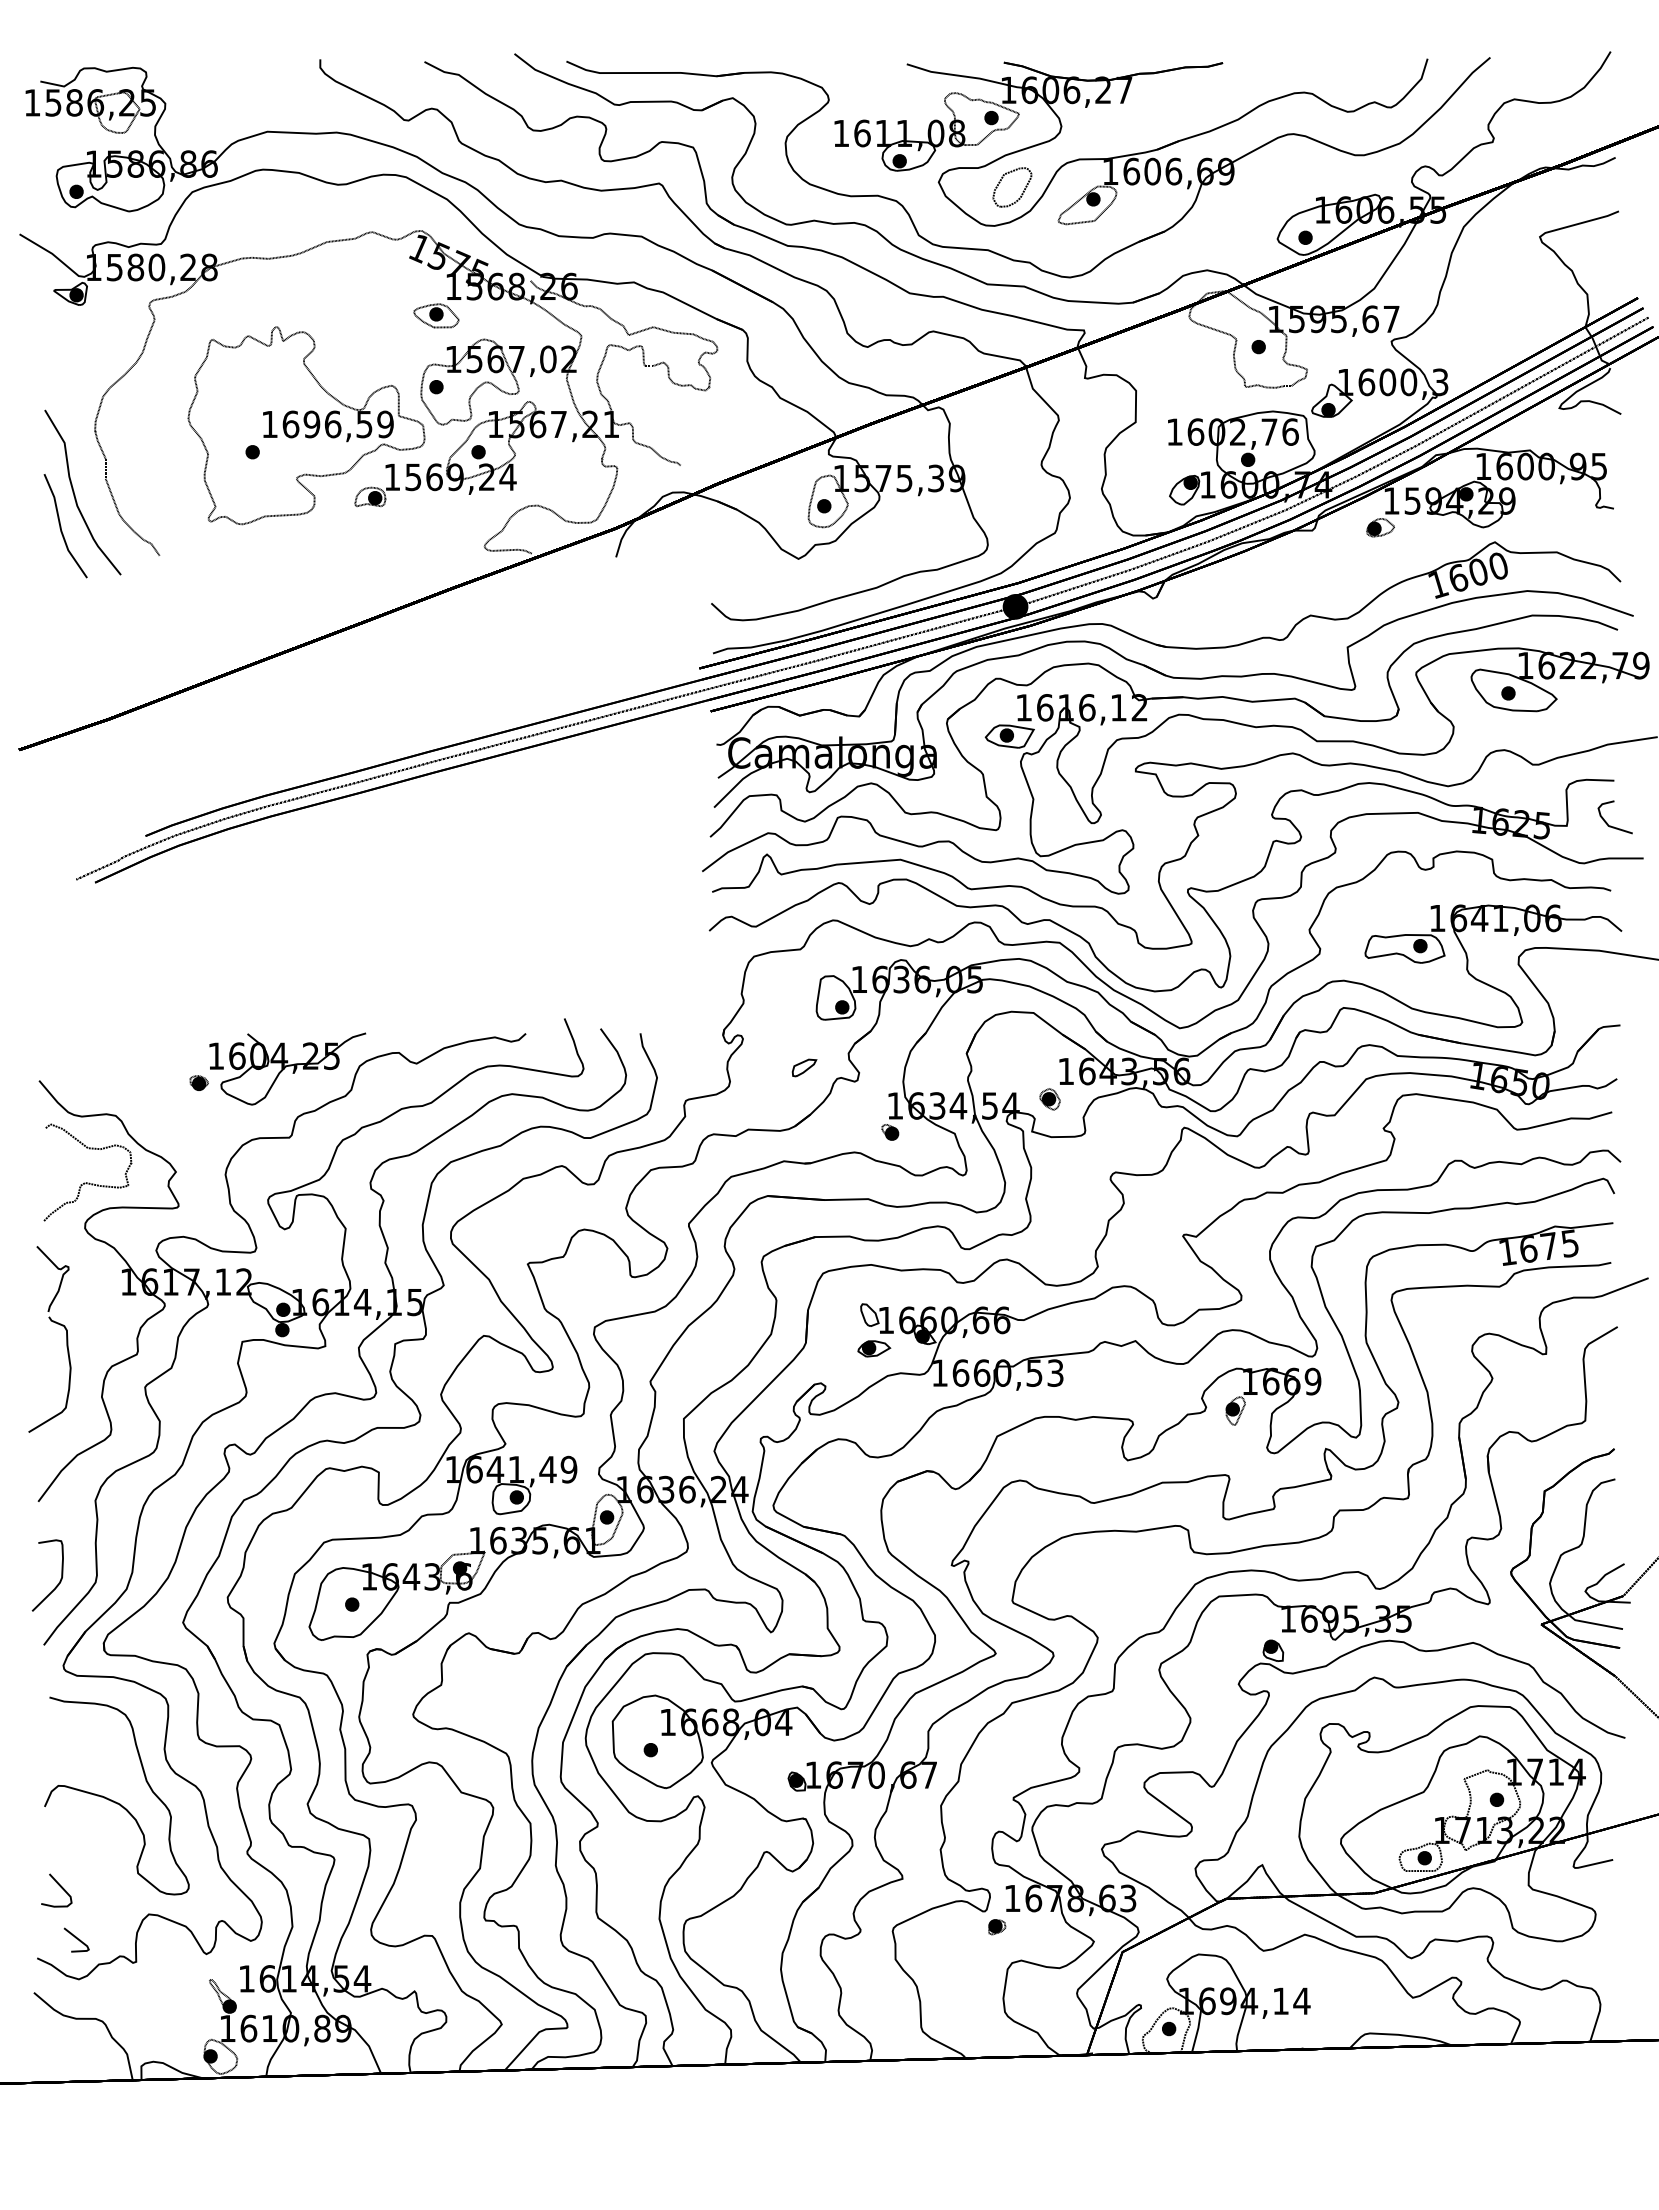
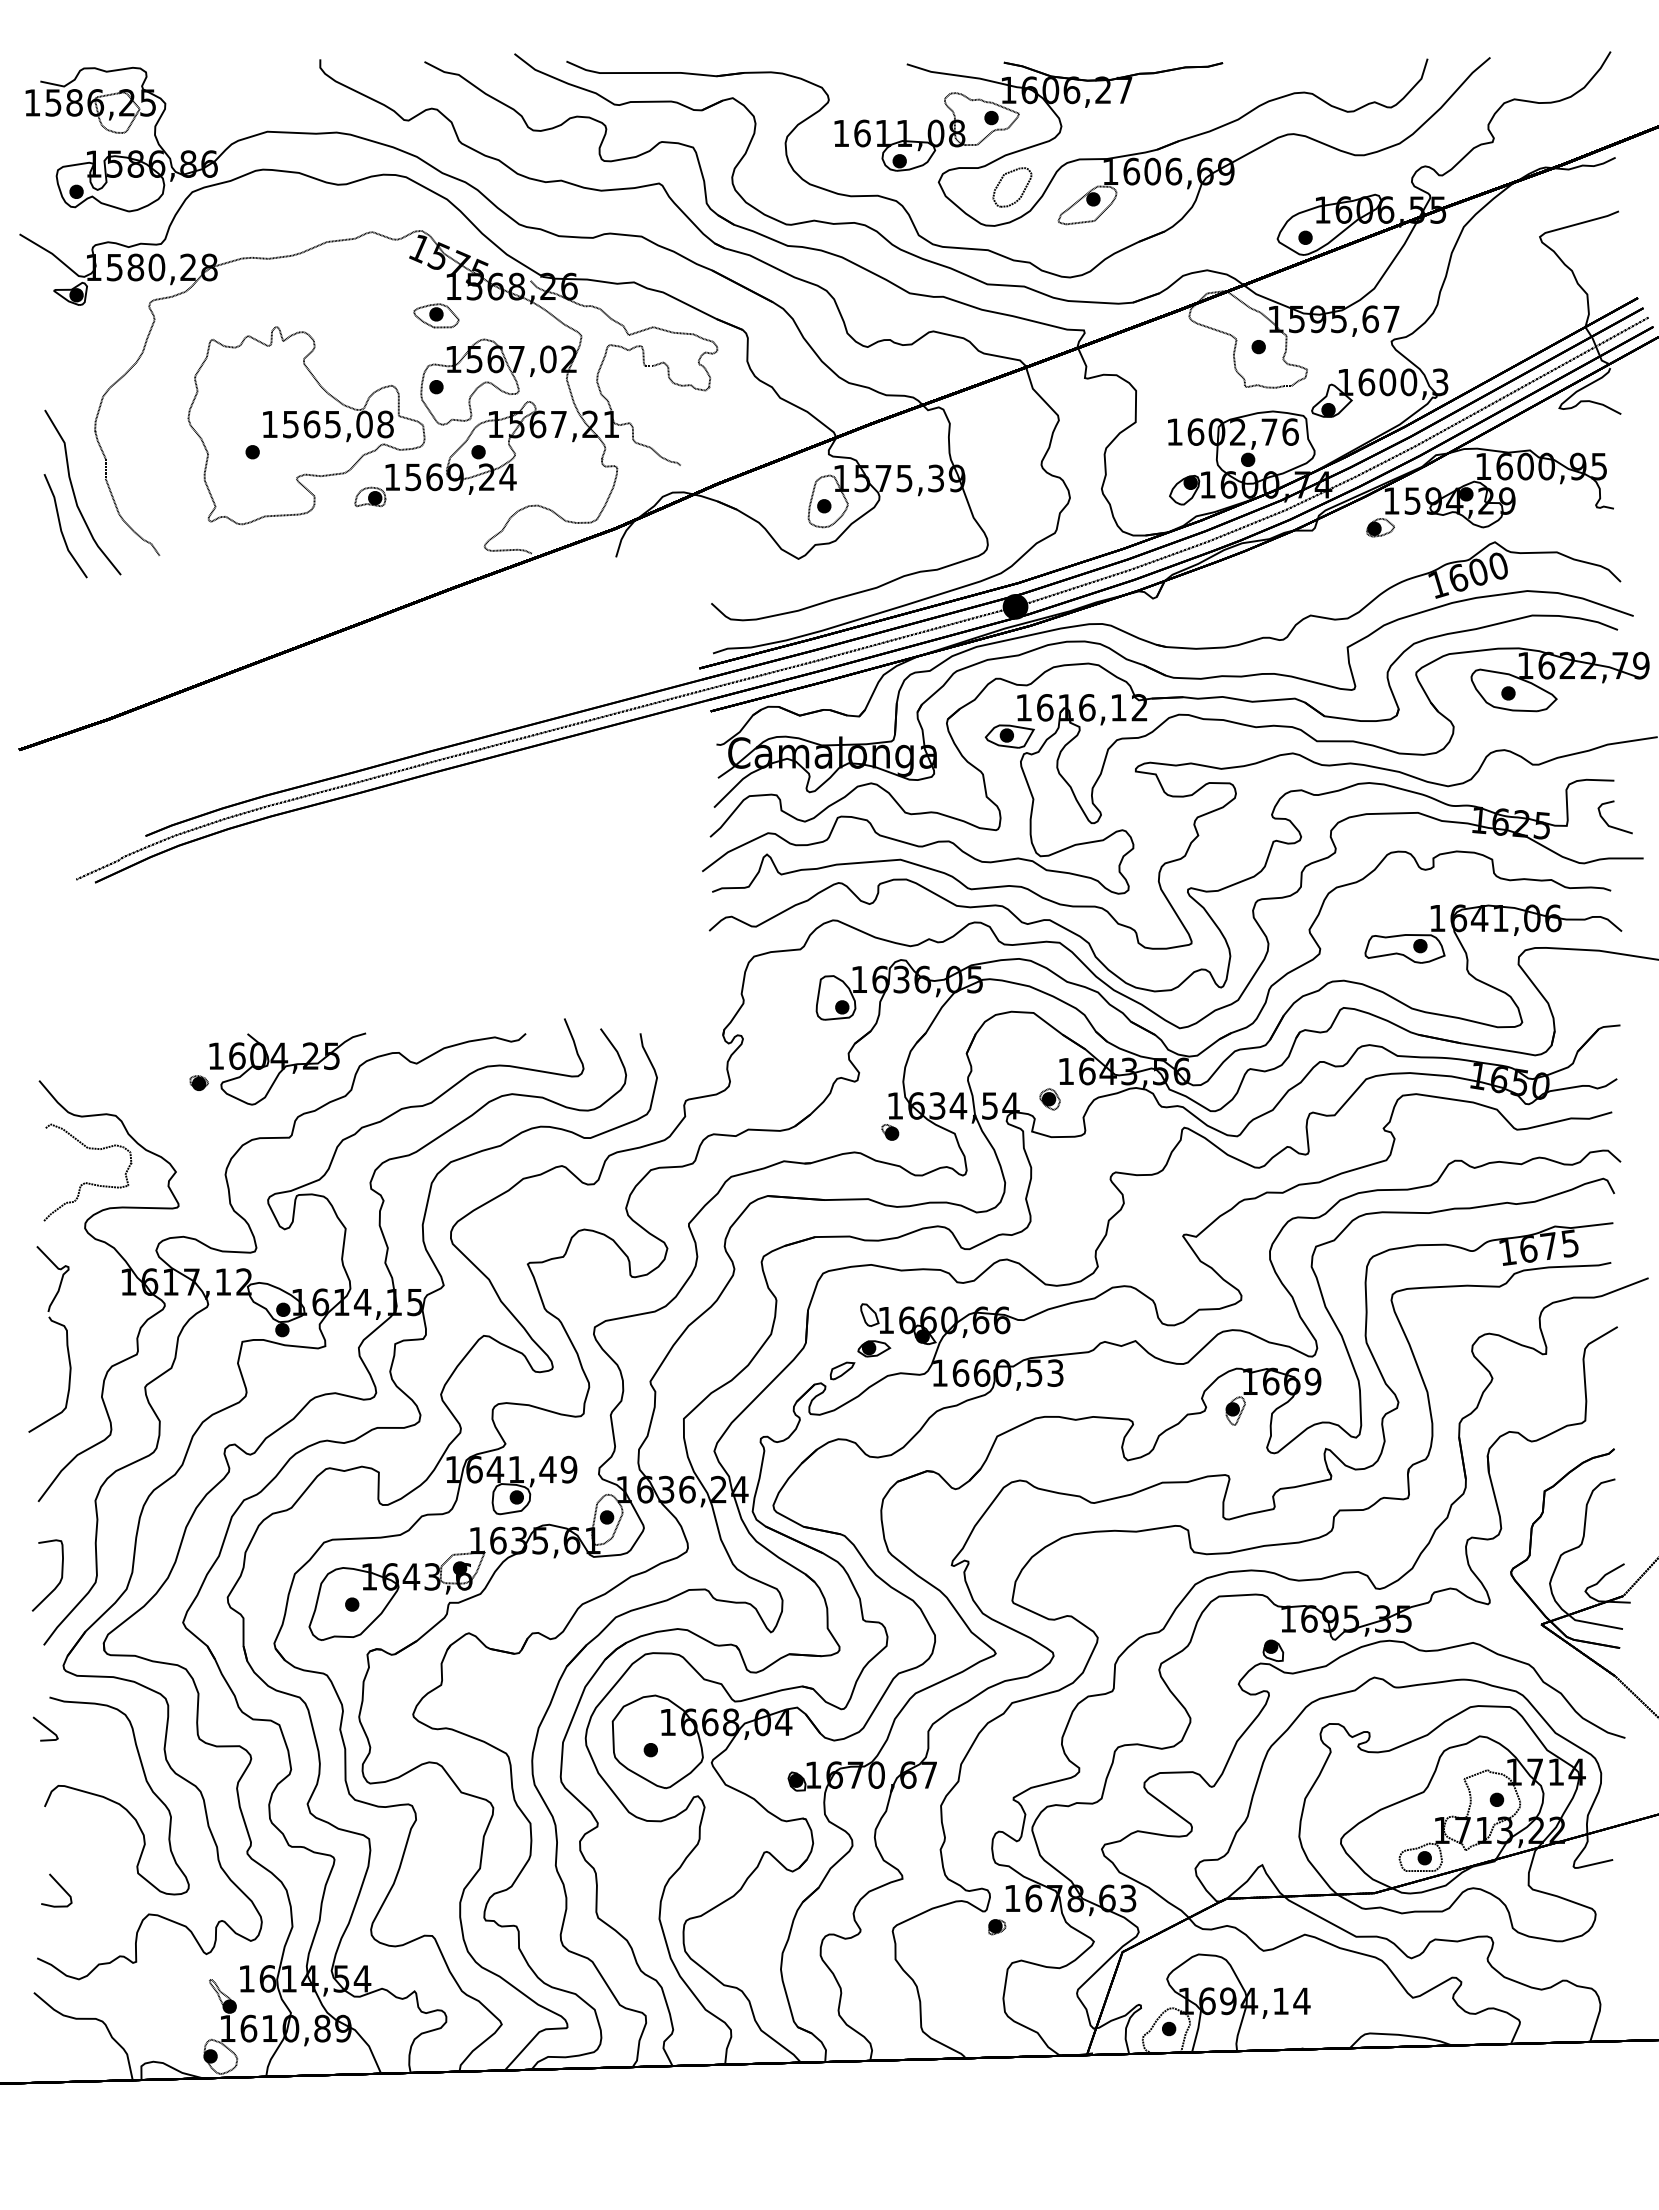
text at (337, 424): 1696,59 -> 1565,08
part at (804, 1067) position: (804, 1067) -> (842, 1370)
part at (76, 1939) position: (76, 1939) -> (45, 1728)
